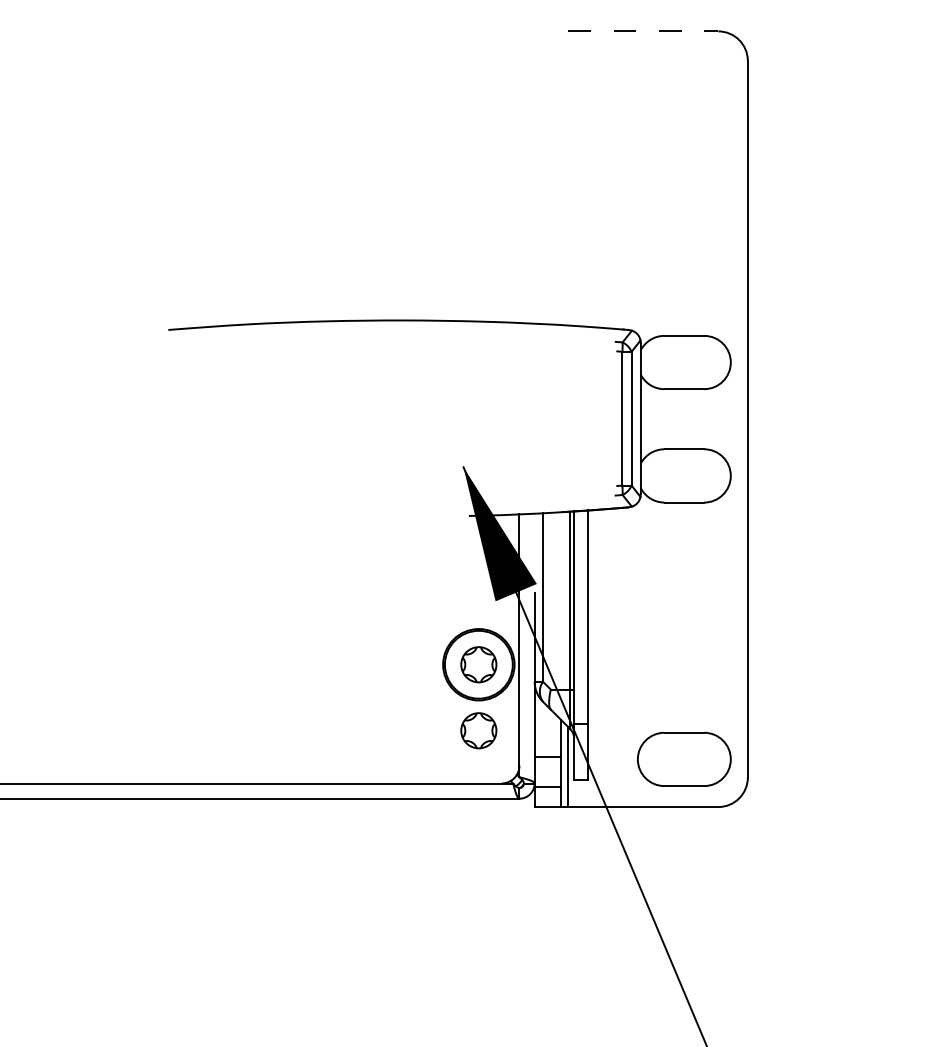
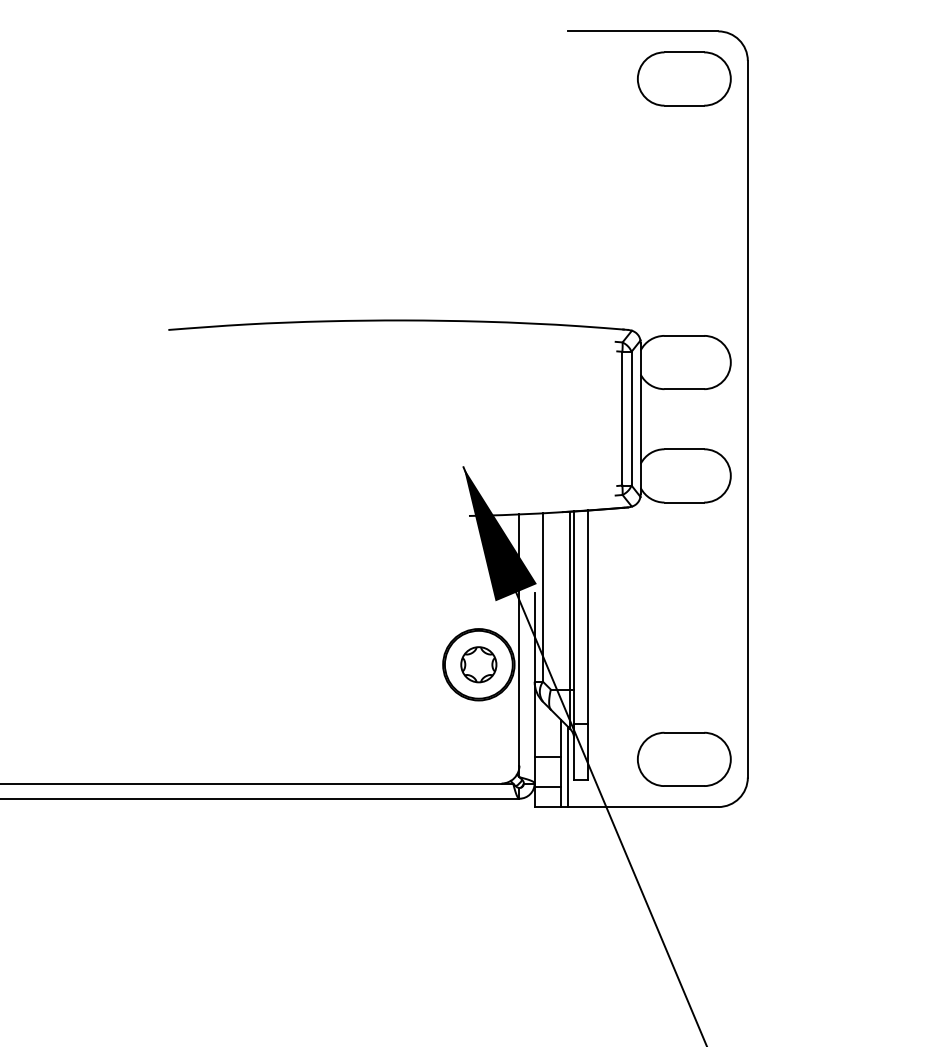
line at (643, 31): dashed -> solid
part at (684, 78): none -> present
part at (478, 730): present -> none
